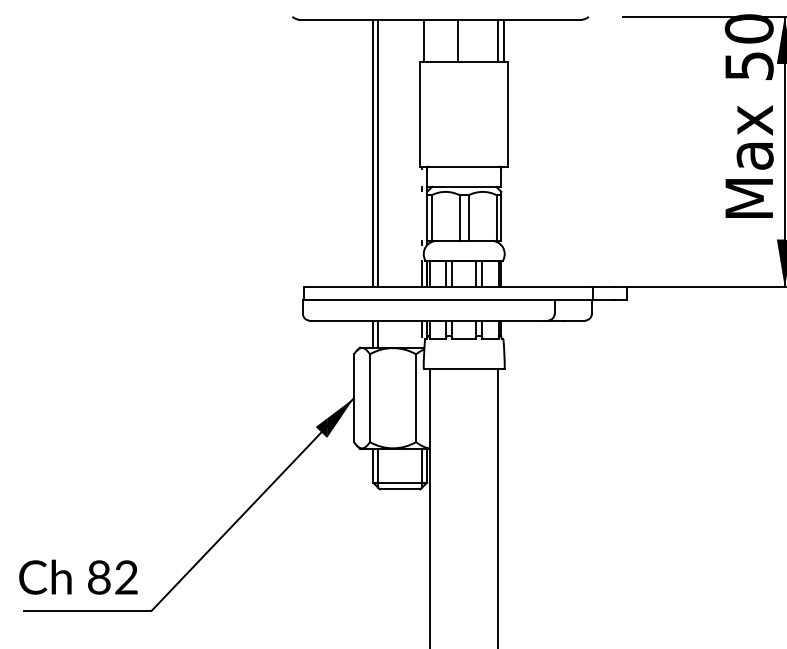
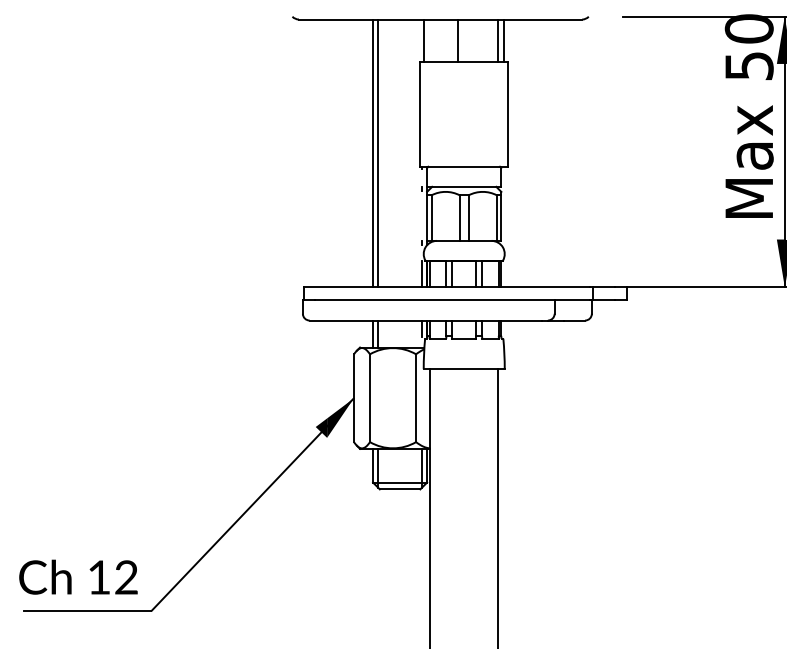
text at (99, 577): 82 -> 12
